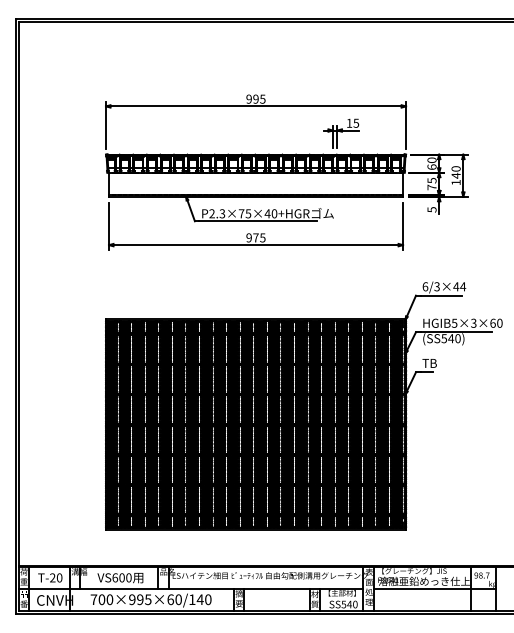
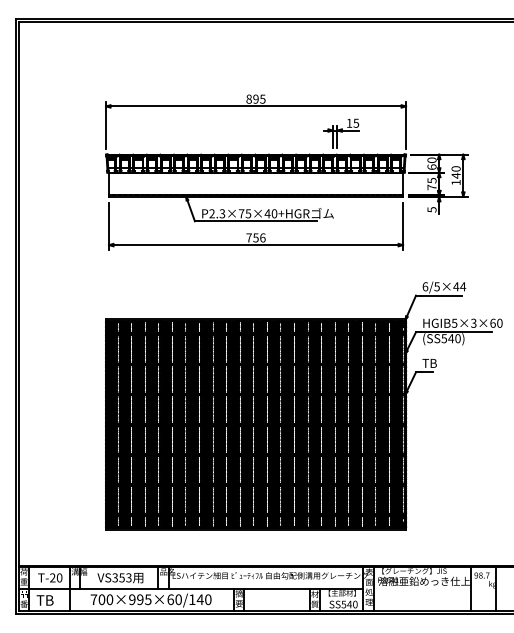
text at (248, 98): 995 -> 895
text at (255, 237): 975 -> 756
text at (436, 286): 6/3×44 -> 6/5×44
text at (121, 577): VS600 -> VS353
line at (434, 589): present -> none
text at (54, 600): CNVH -> TB
